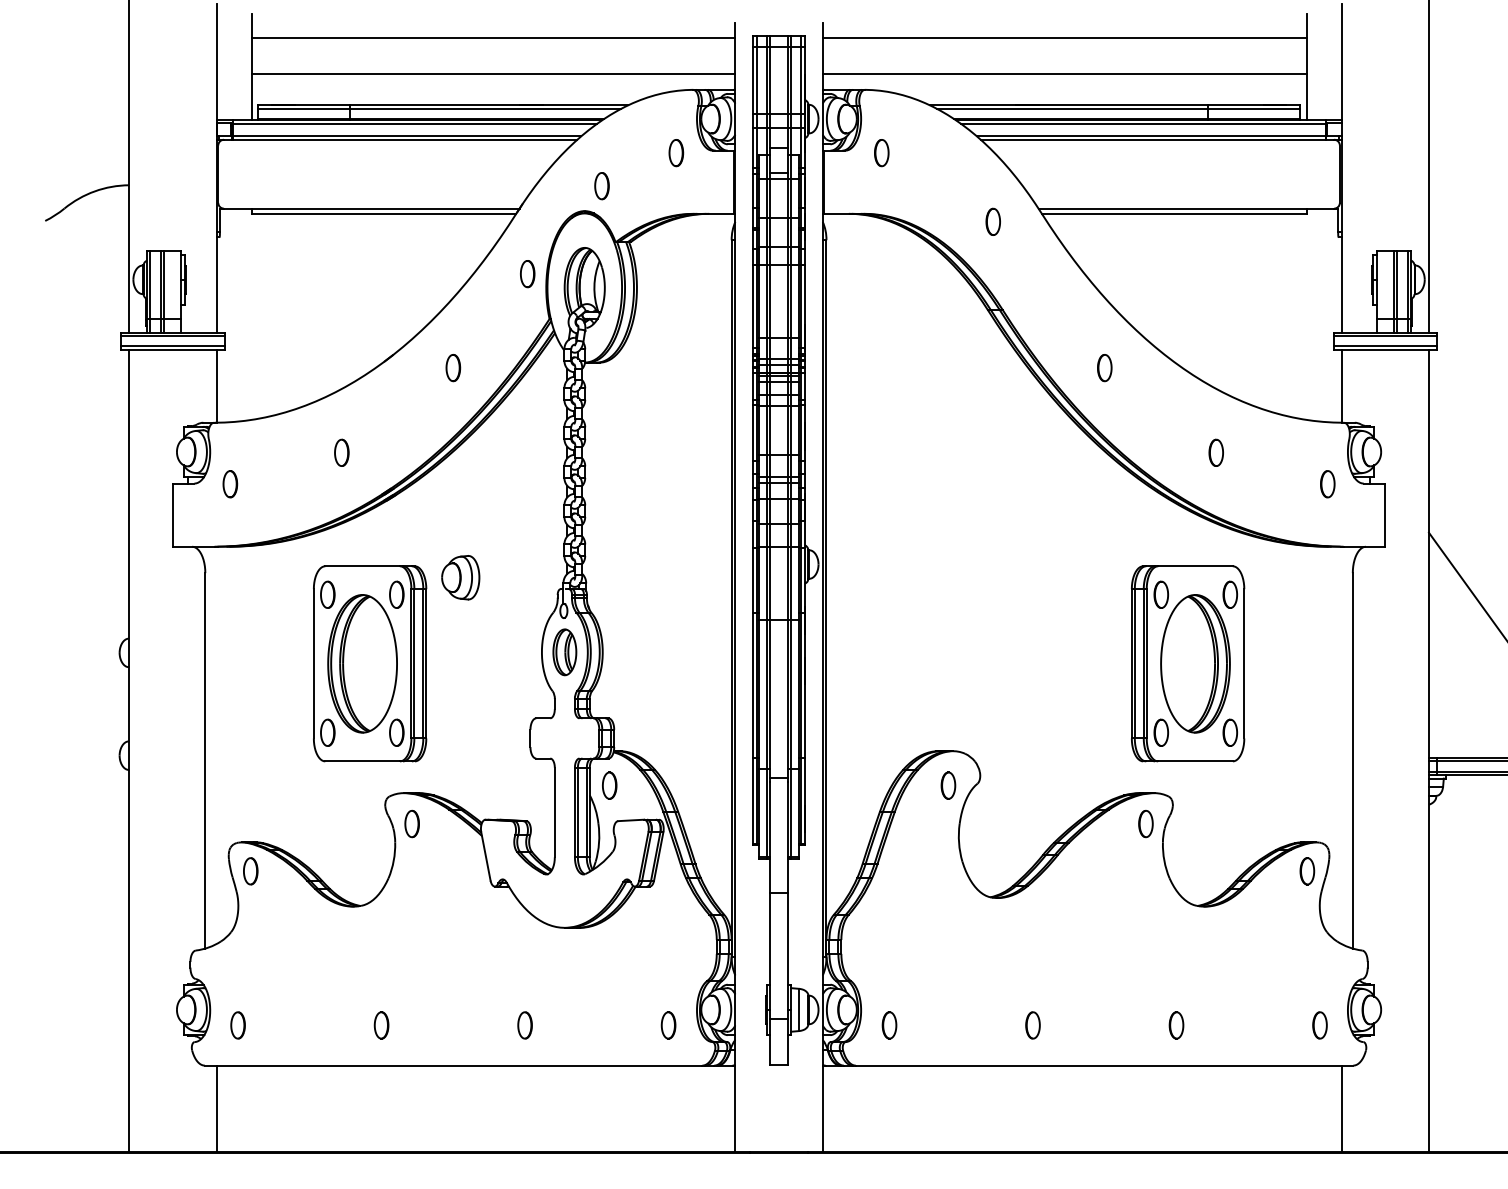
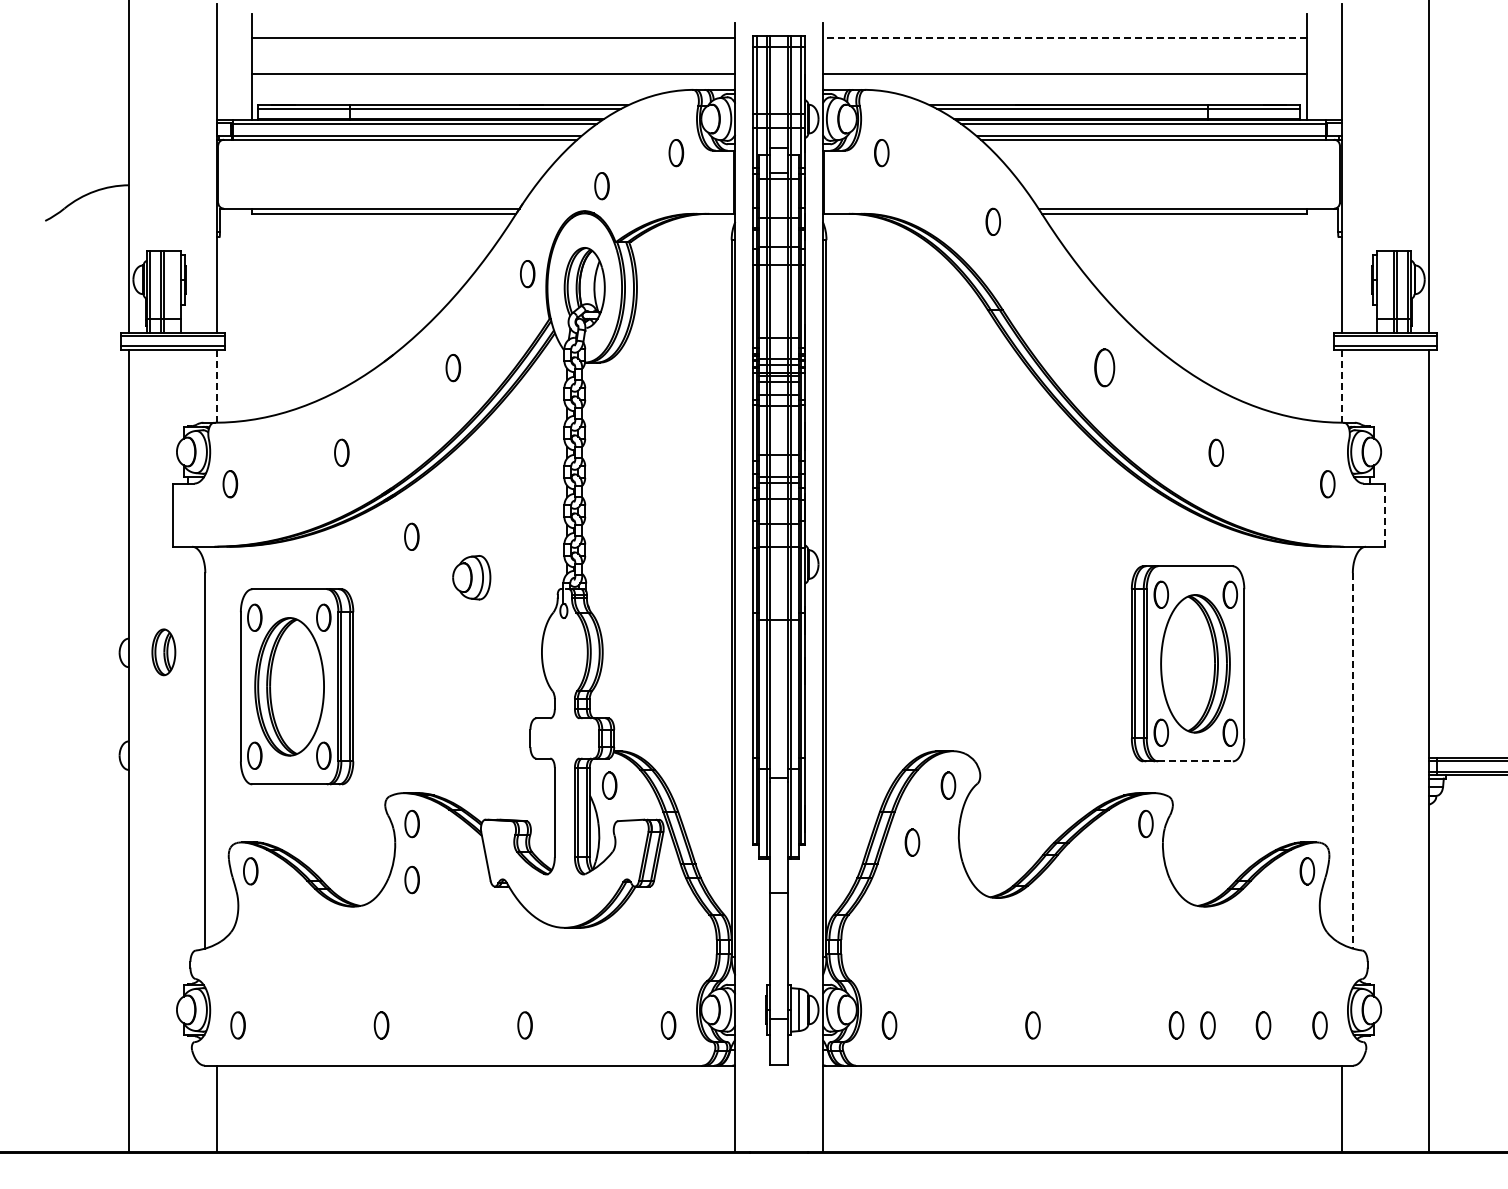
line at (1064, 37): solid -> dashed
part at (1104, 368) size: 16x29 px -> 22x40 px
line at (216, 385): solid -> dashed
line at (1341, 386): solid -> dashed
line at (1384, 515): solid -> dashed
part at (411, 536): none -> present
part at (460, 577) position: (460, 577) -> (471, 577)
line at (1466, 584): present -> none
part at (564, 652) position: (564, 652) -> (163, 652)
part at (370, 663) position: (370, 663) -> (297, 686)
line at (1352, 760): solid -> dashed
line at (1196, 761): solid -> dashed
part at (912, 842): none -> present
part at (411, 879): none -> present
part at (1207, 1025): none -> present
part at (1263, 1025): none -> present
